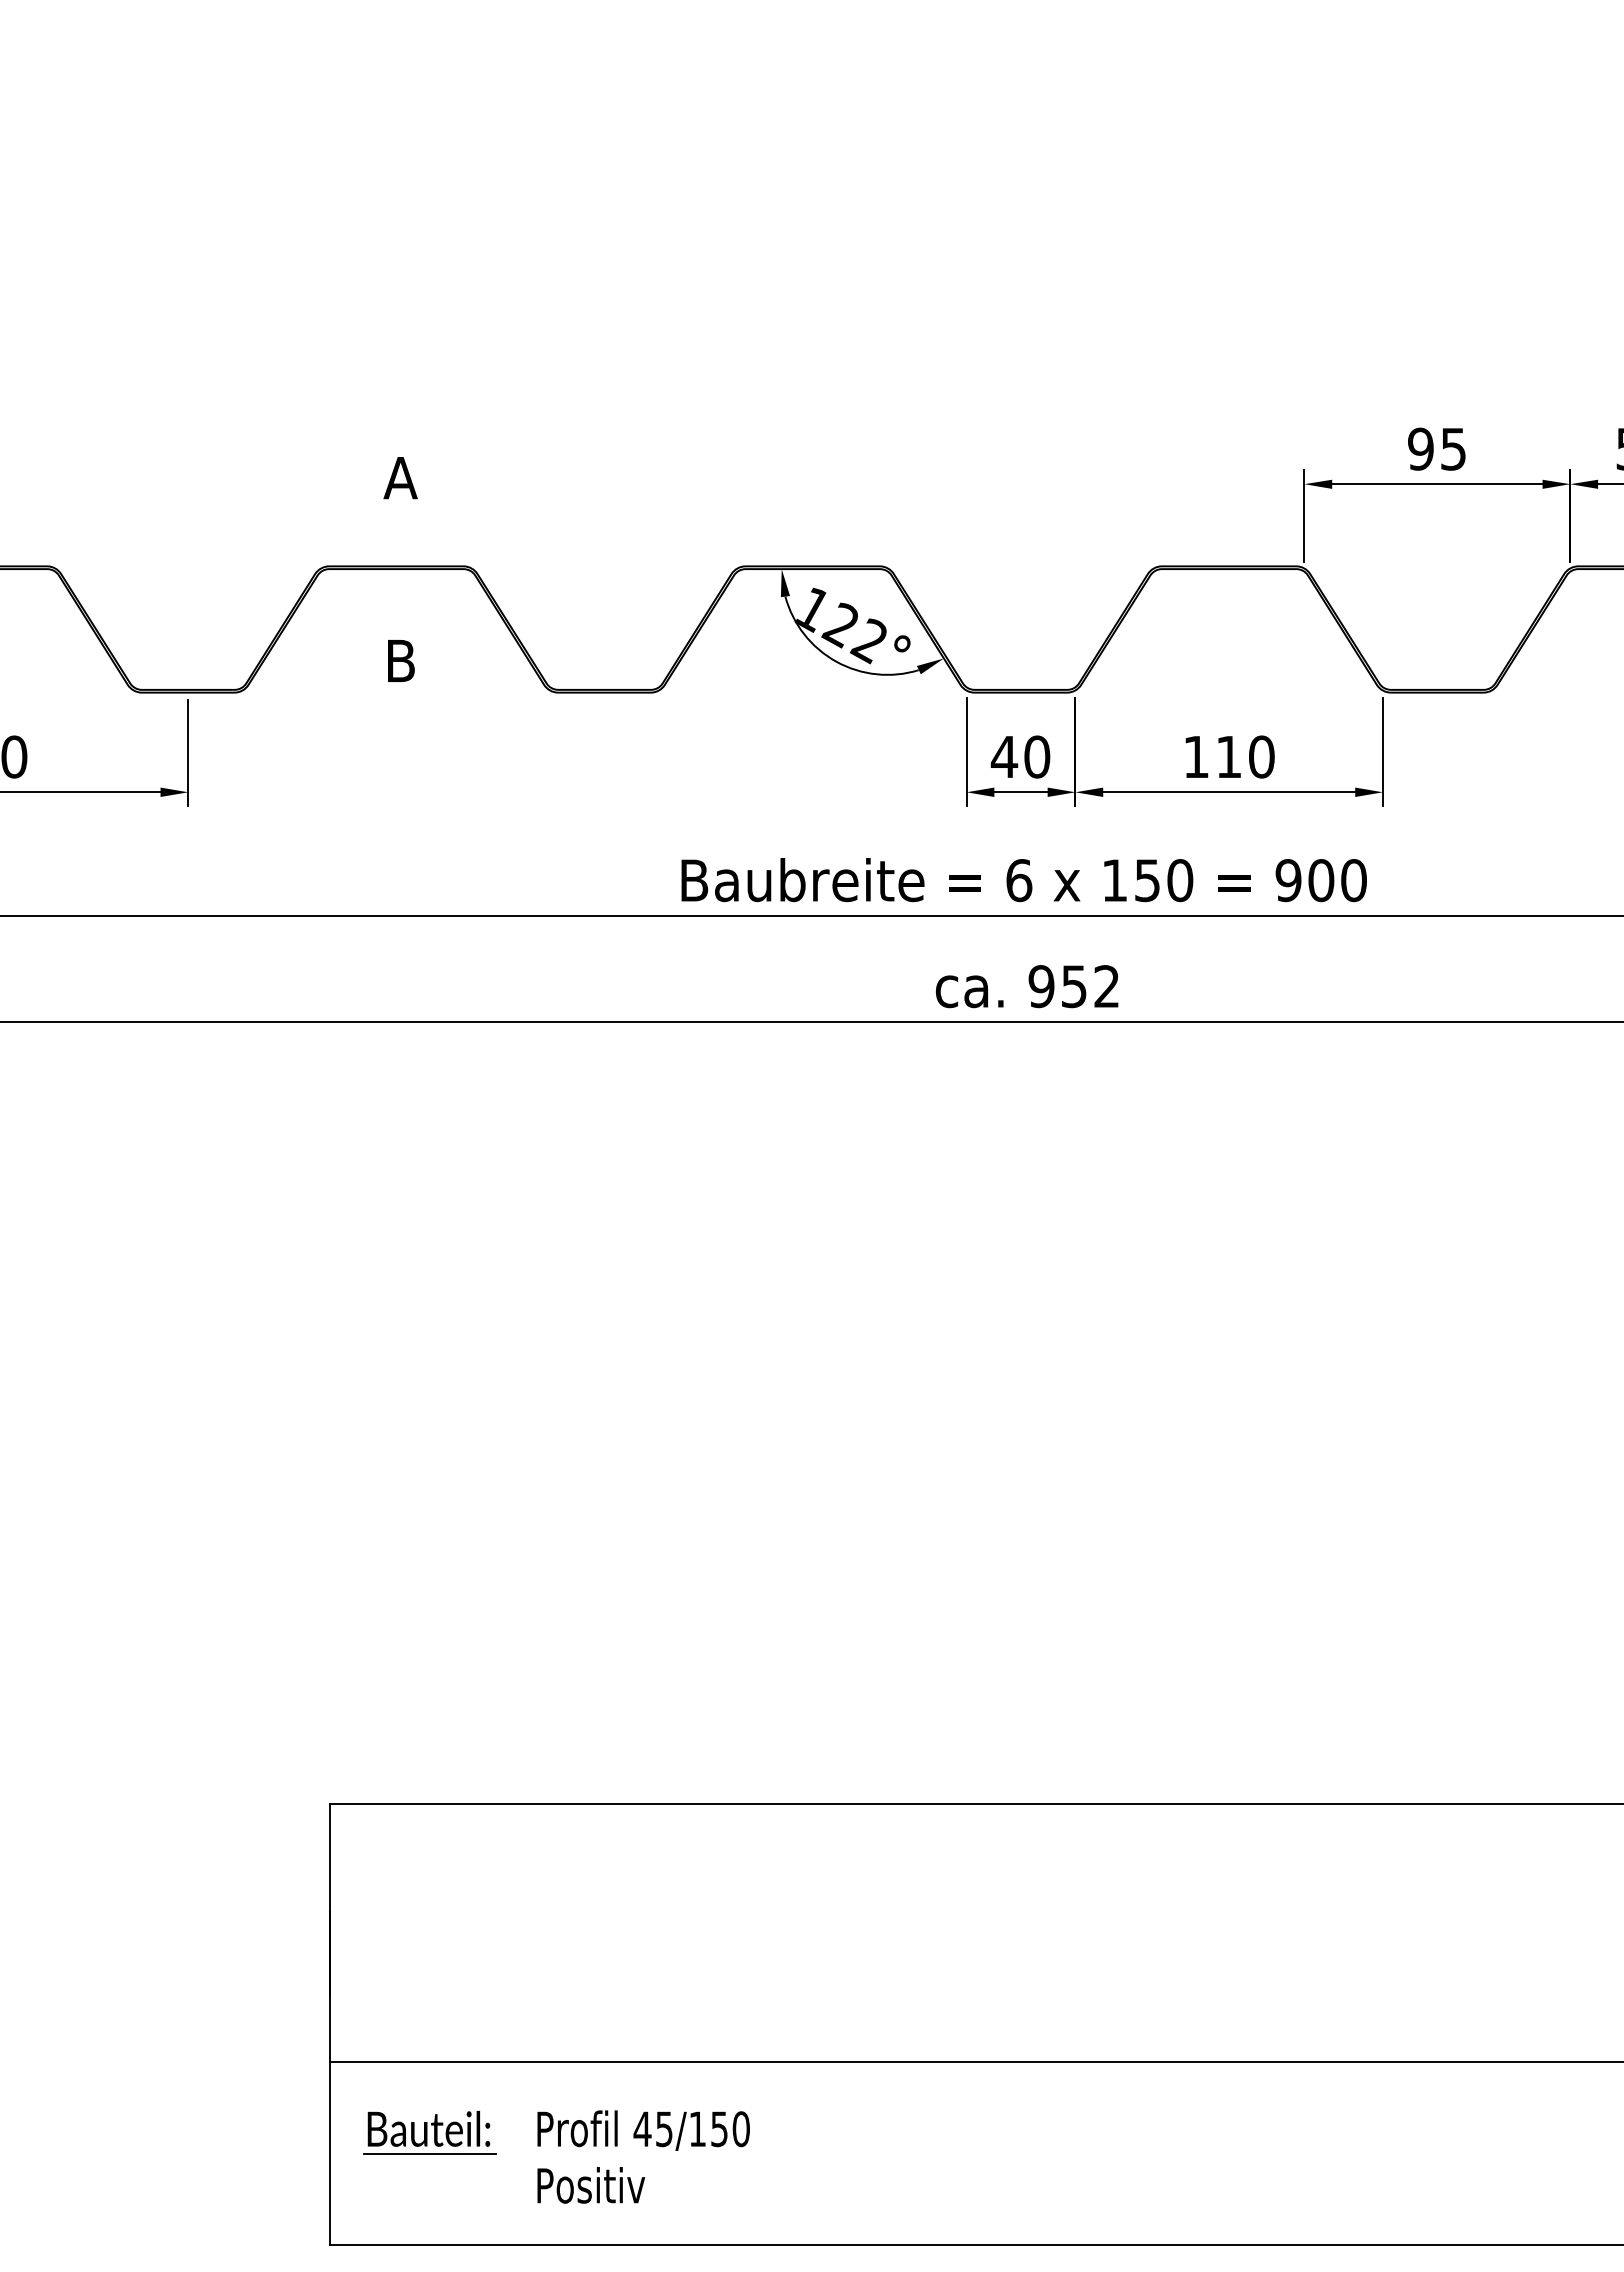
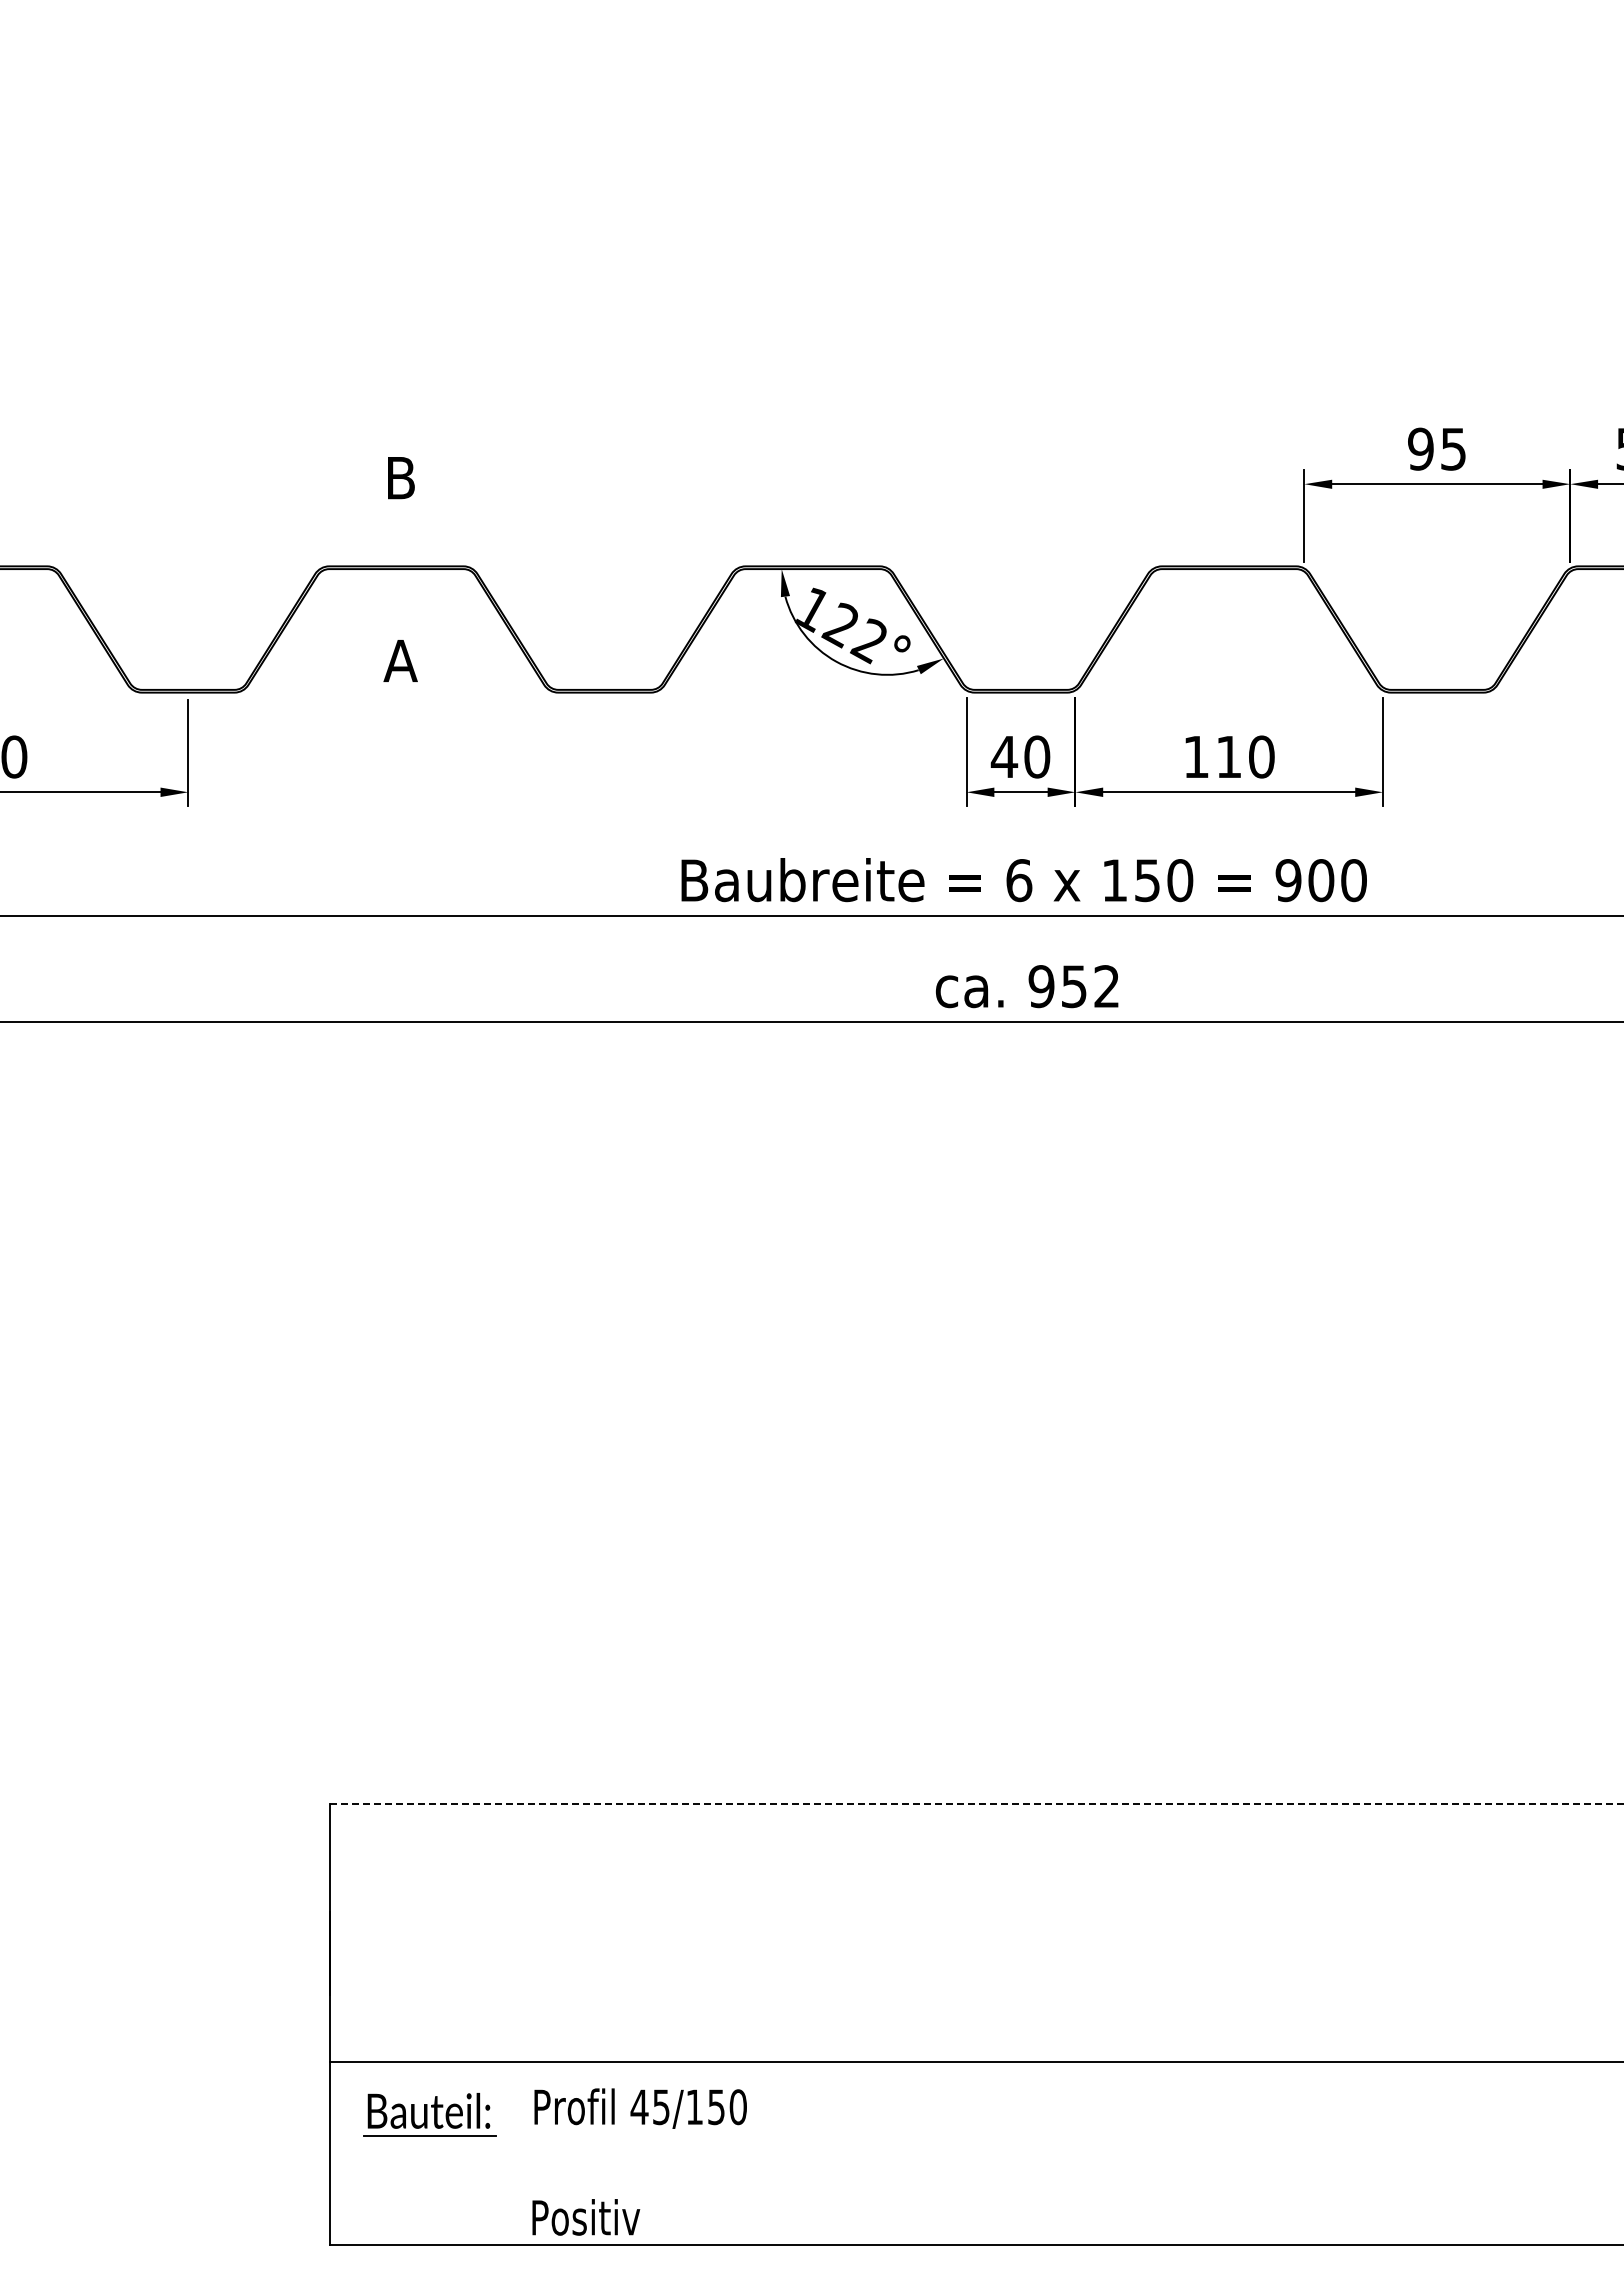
text at (400, 478): A -> B
text at (400, 660): B -> A
line at (976, 1804): solid -> dashed
text at (643, 2130) position: (643, 2130) -> (640, 2108)
part at (429, 2132) position: (429, 2132) -> (429, 2114)
text at (591, 2185) position: (591, 2185) -> (586, 2217)
